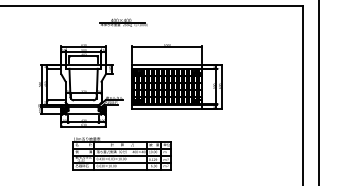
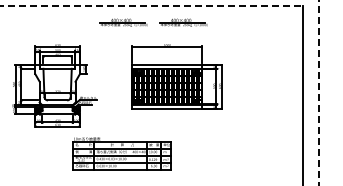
line at (152, 5): solid -> dashed
part at (183, 22): none -> present
part at (80, 85) position: (80, 85) -> (54, 85)
line at (319, 92): solid -> dashed
